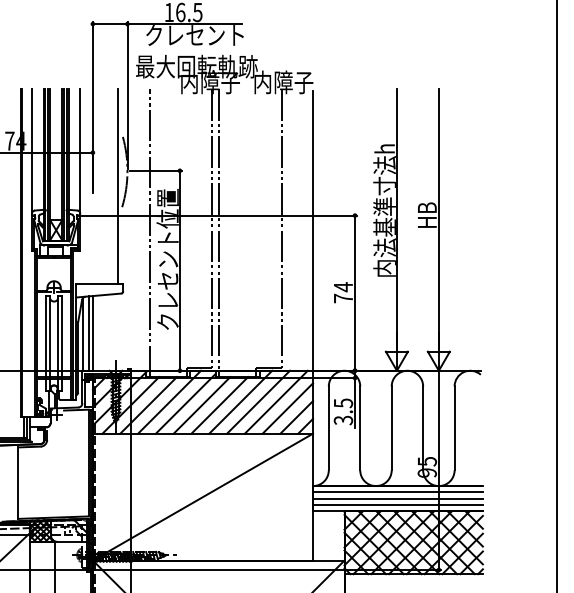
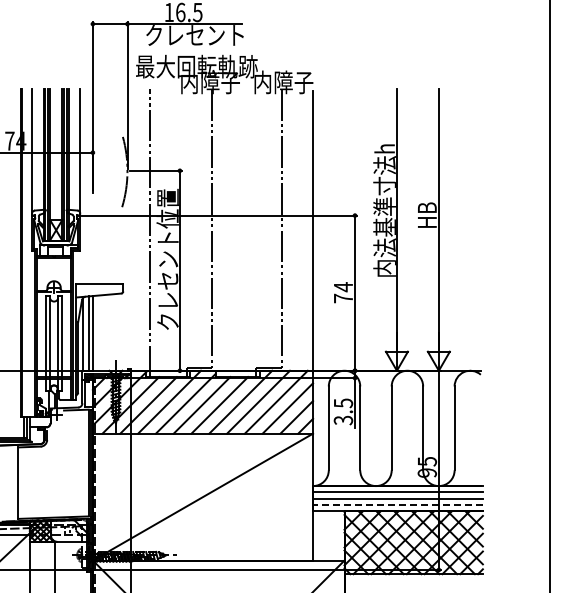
line at (118, 186): present -> none
line at (218, 233): present -> none
line at (556, 295) position: (556, 295) -> (549, 295)
line at (397, 504): solid -> dashed
